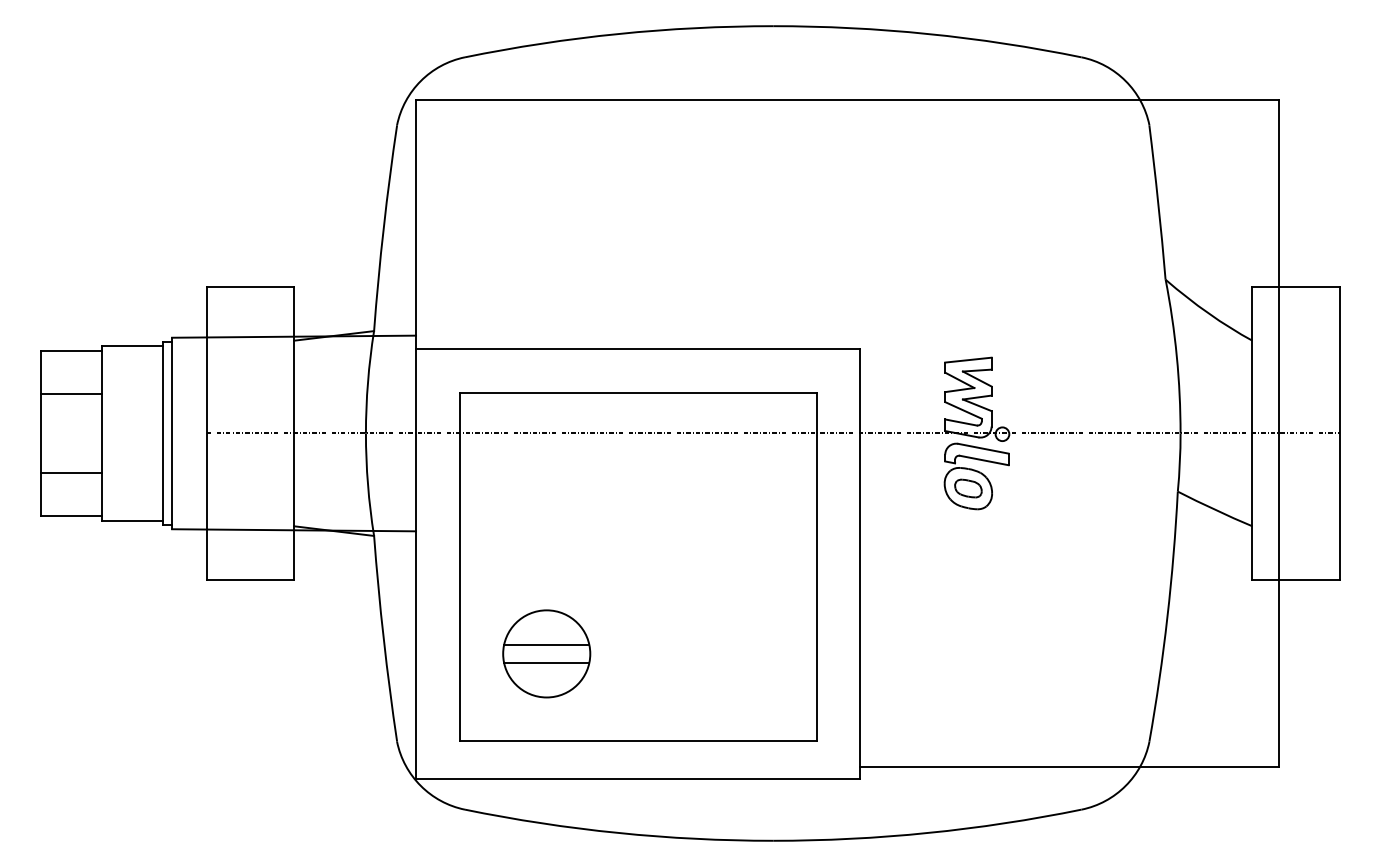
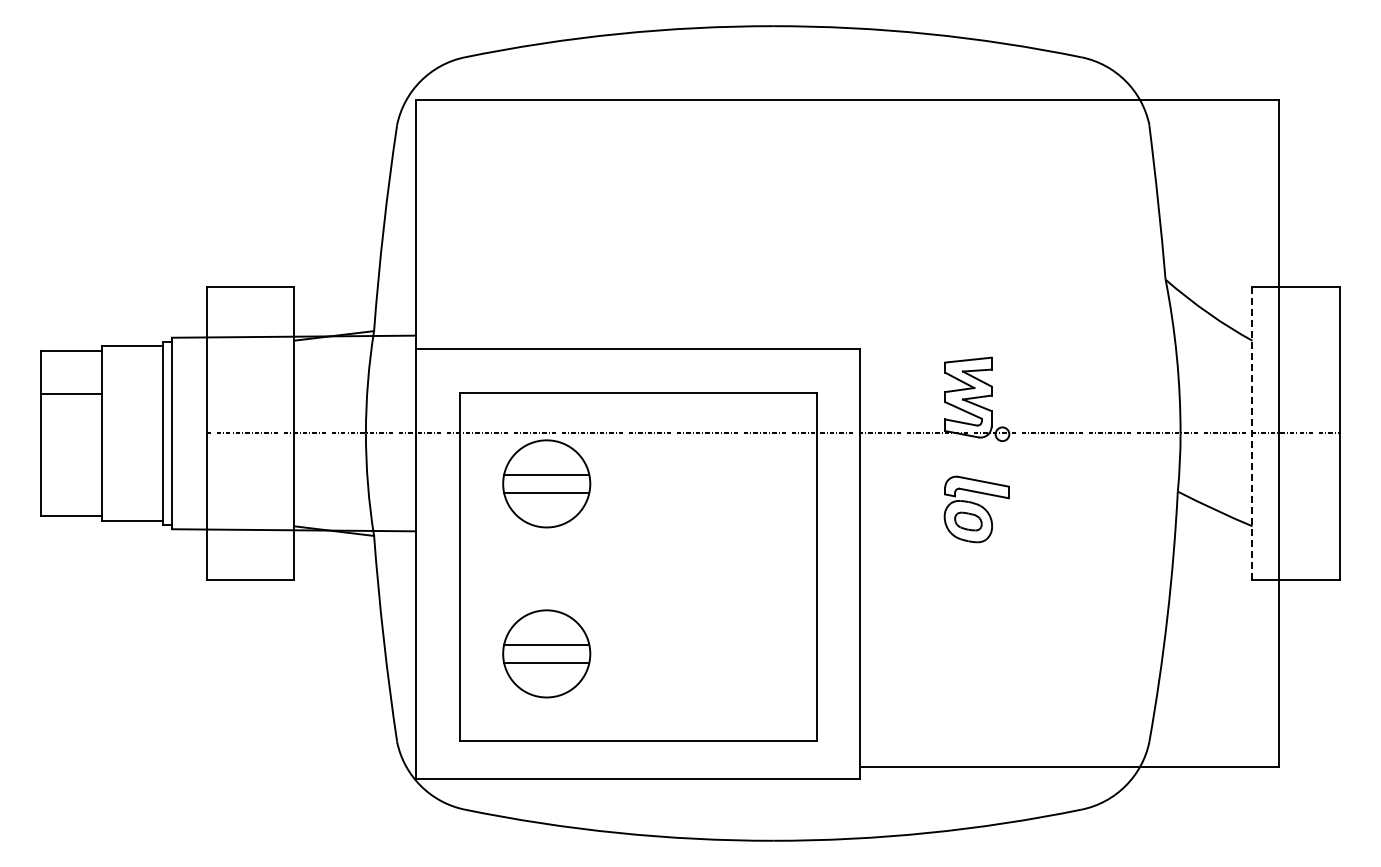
line at (1252, 433): solid -> dashed
line at (71, 472): present -> none
part at (976, 476) position: (976, 476) -> (976, 509)
part at (546, 483): none -> present
